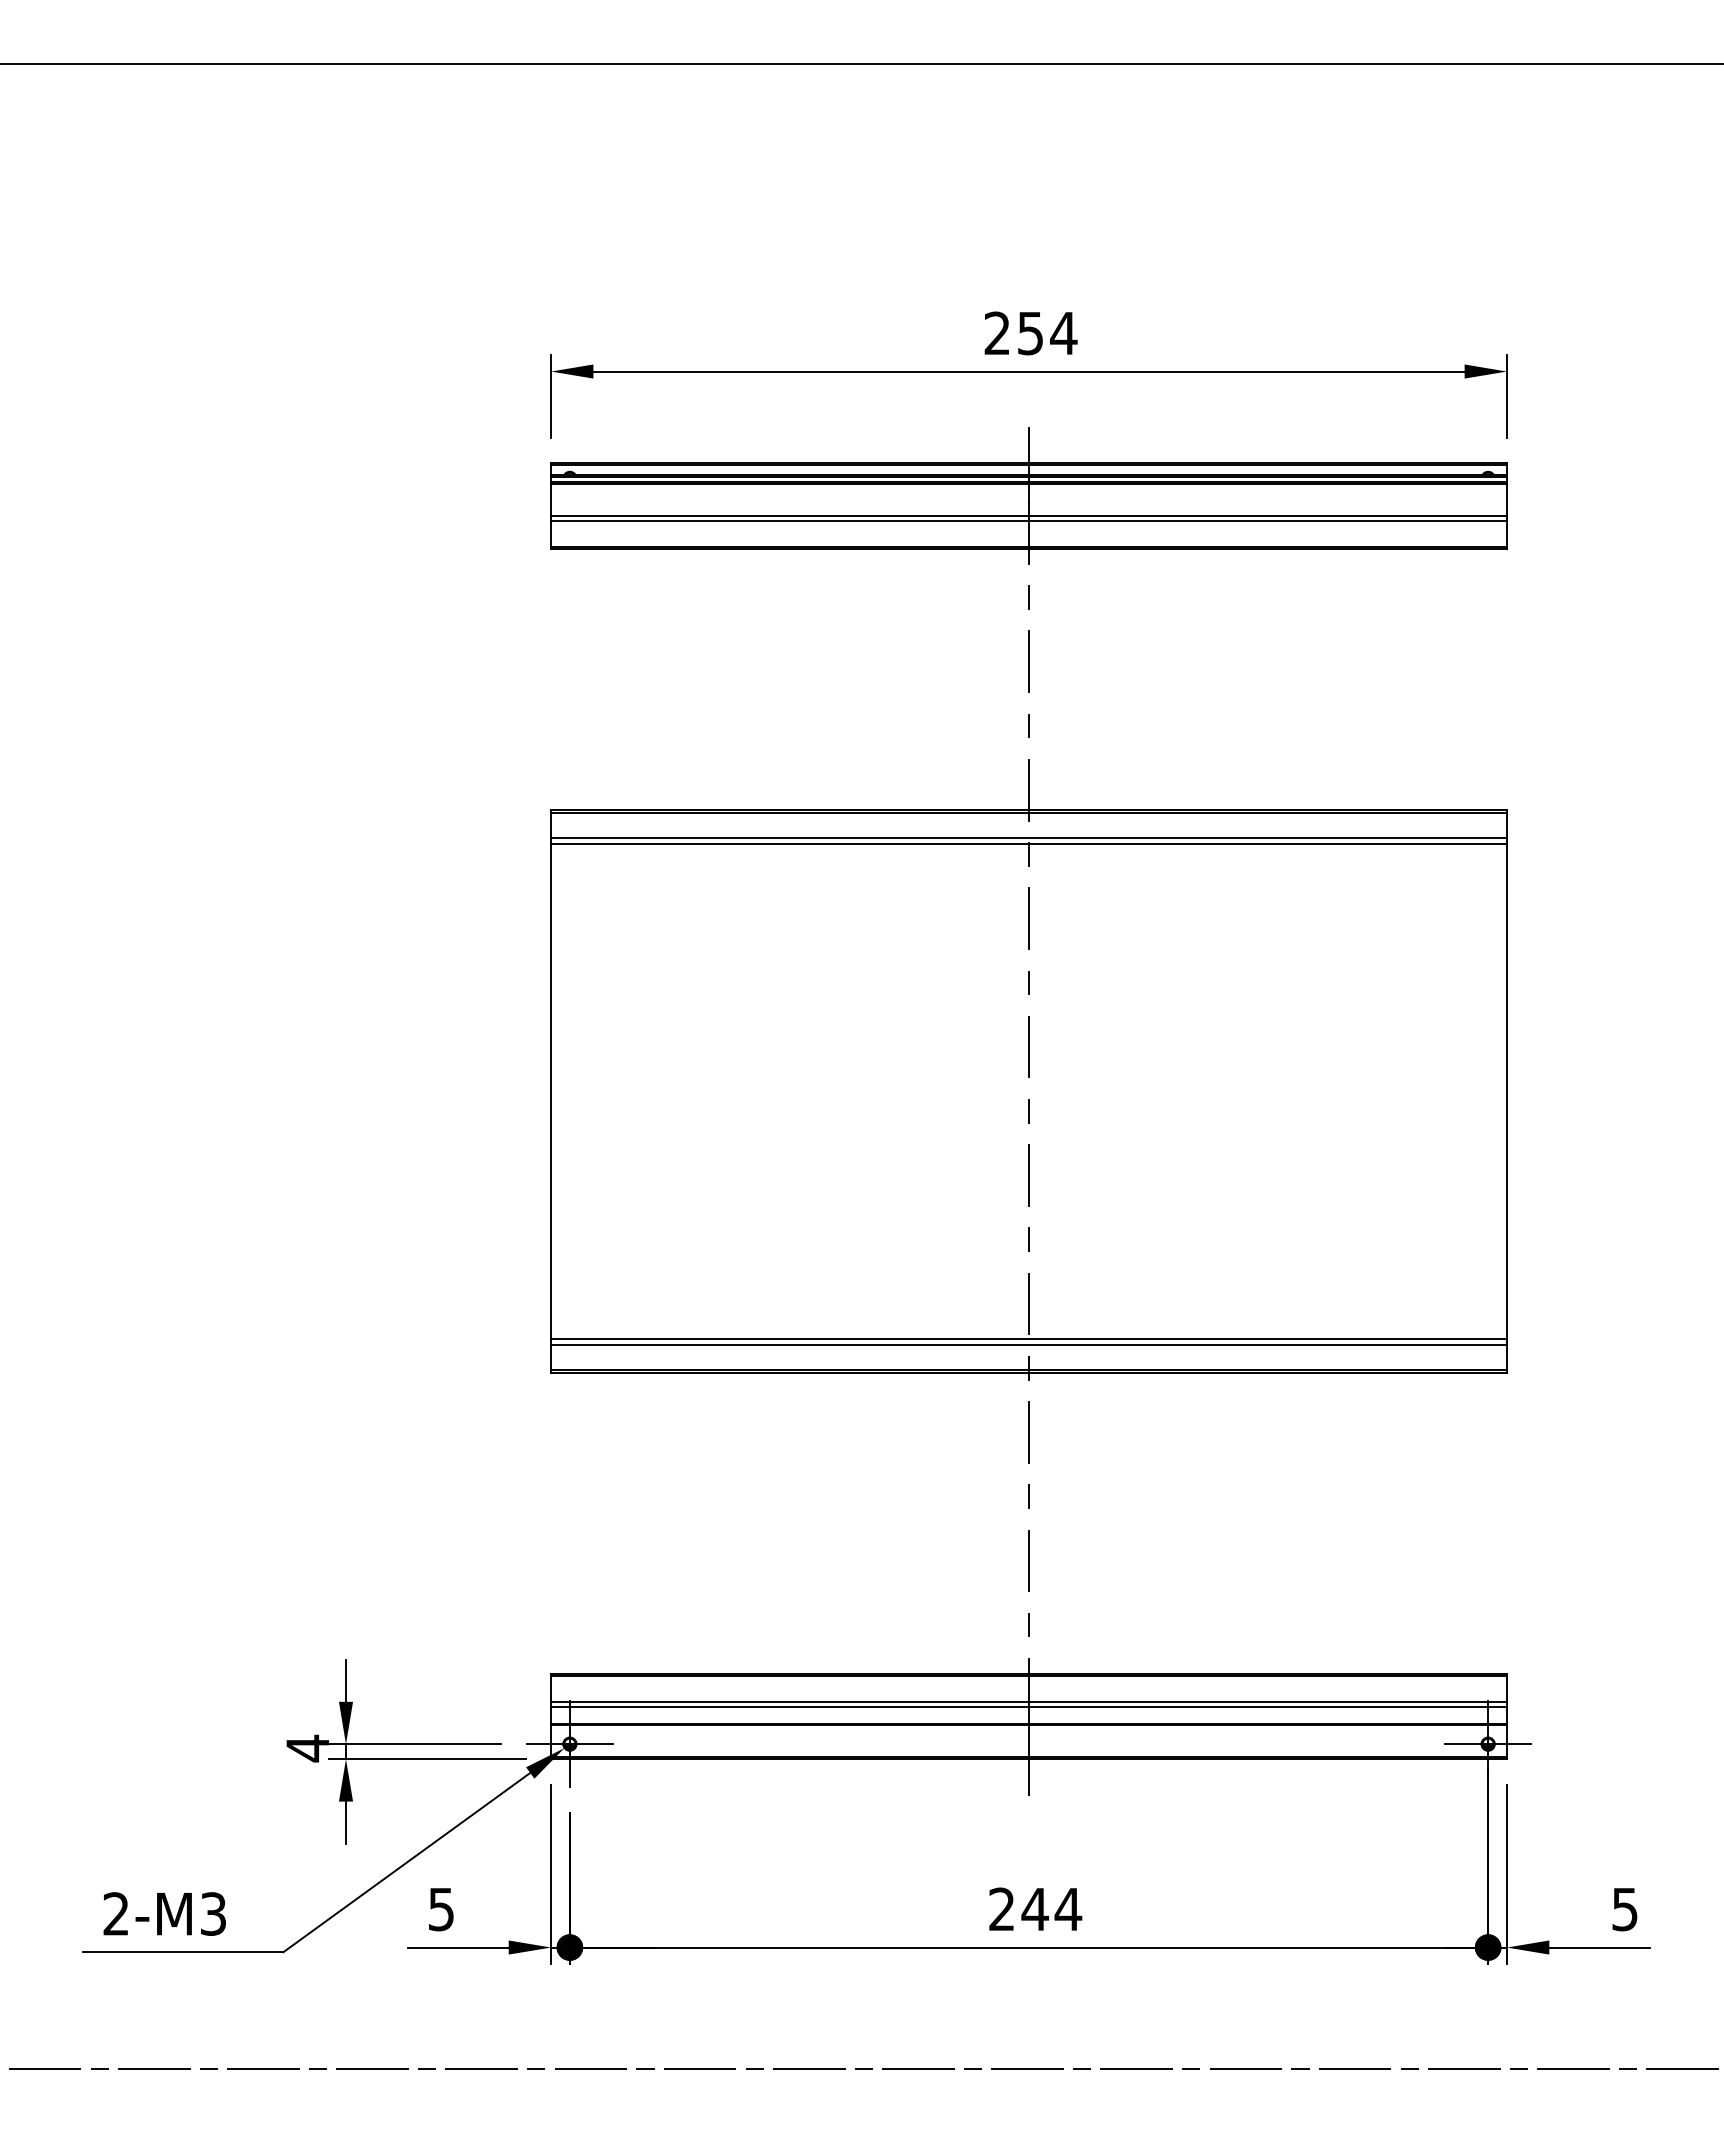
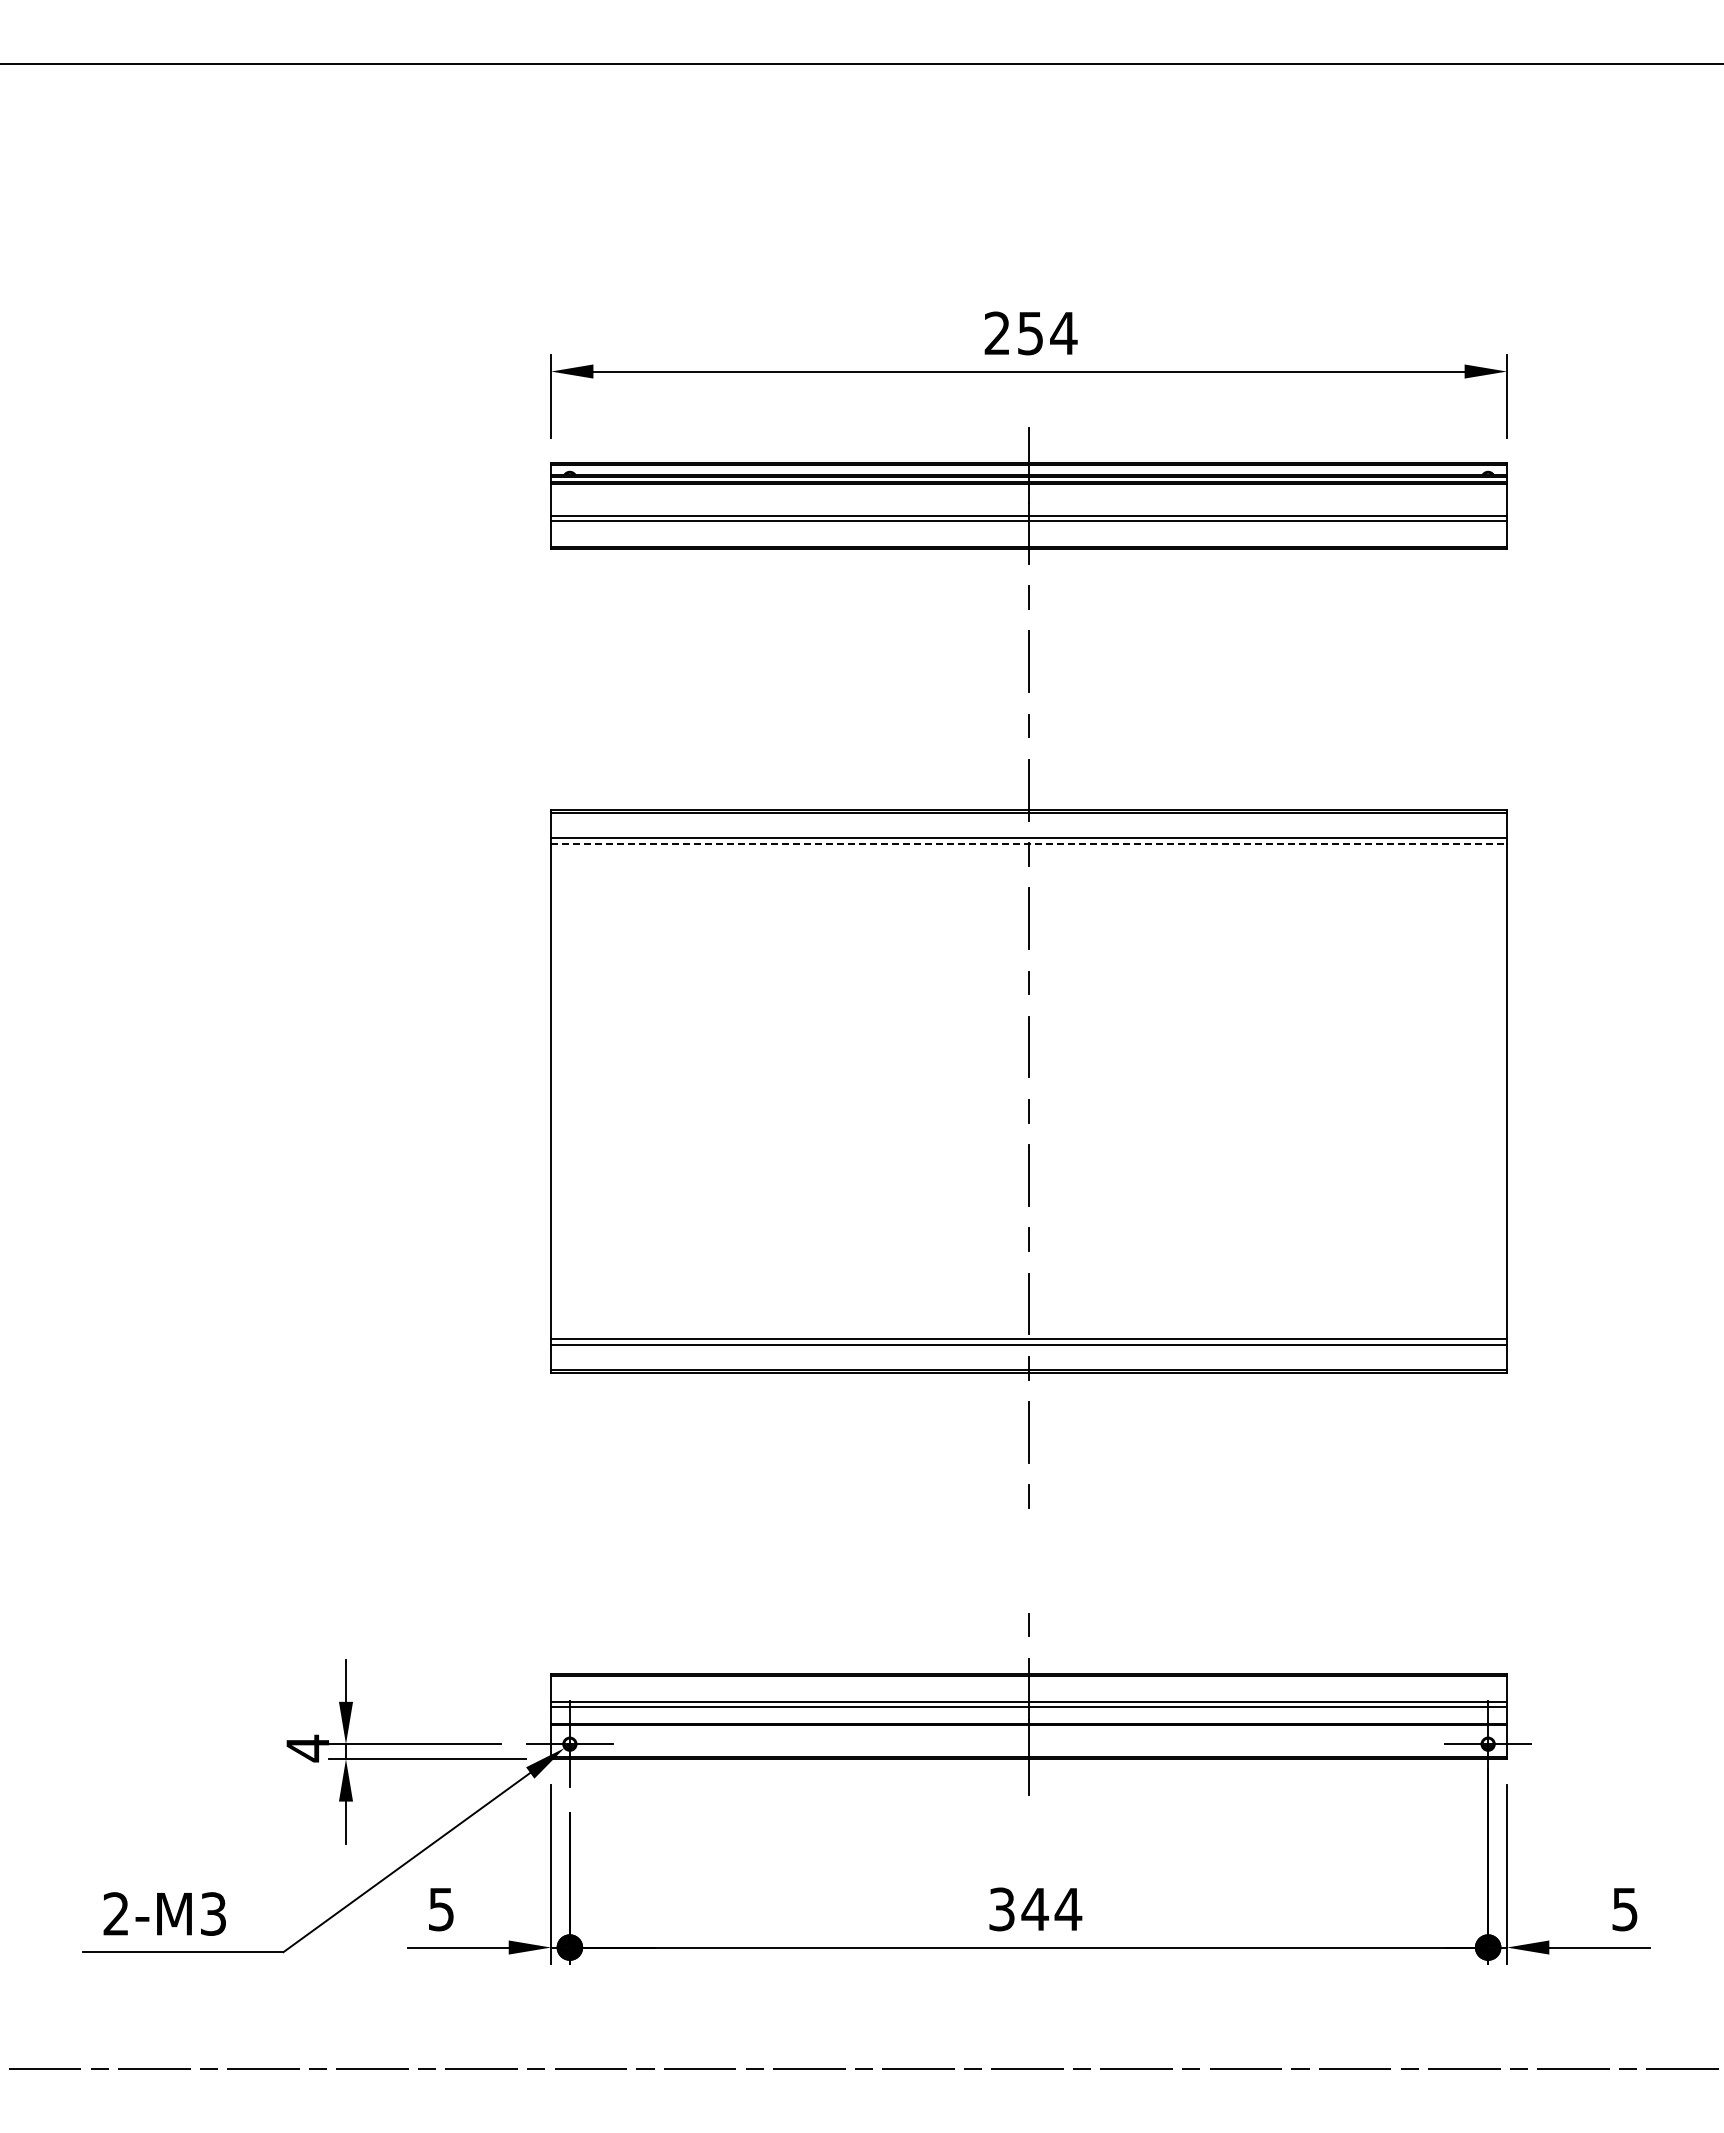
line at (1029, 843): solid -> dashed
line at (1029, 1560): present -> none
text at (1001, 1909): 244 -> 344
